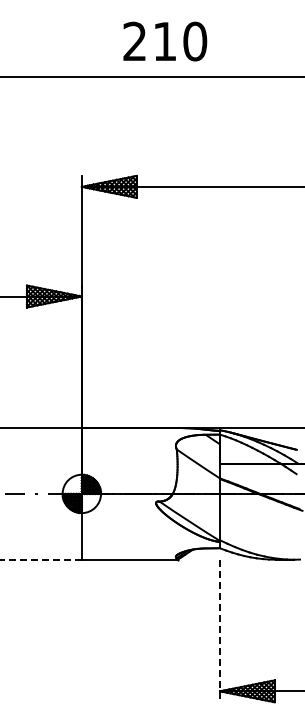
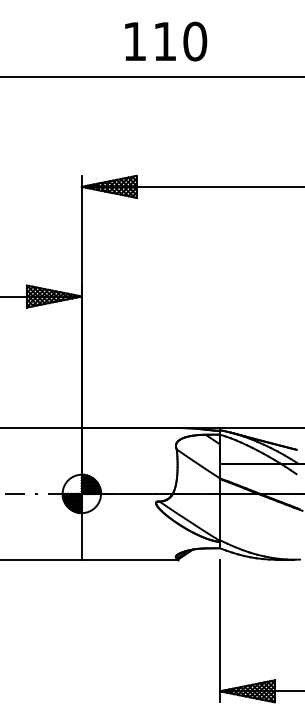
text at (134, 40): 210 -> 110
line at (41, 559): dashed -> solid
line at (220, 631): dashed -> solid
